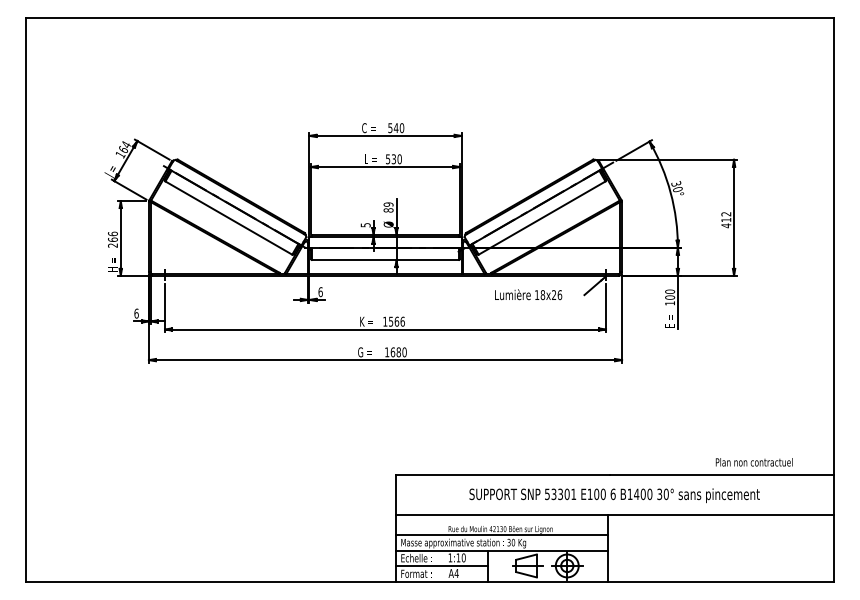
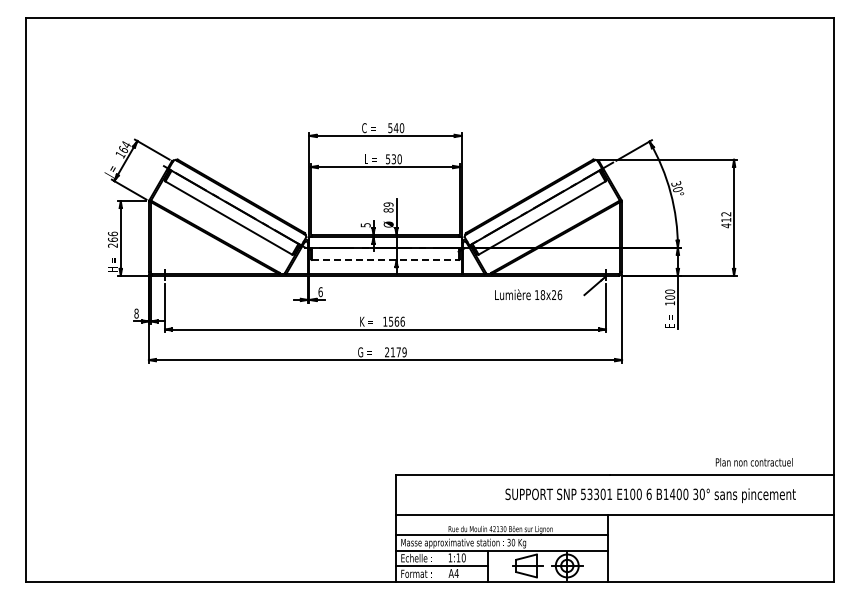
line at (385, 260): solid -> dashed
text at (136, 313): 6 -> 8
text at (395, 352): 1680 -> 2179
text at (614, 495) position: (614, 495) -> (650, 495)
